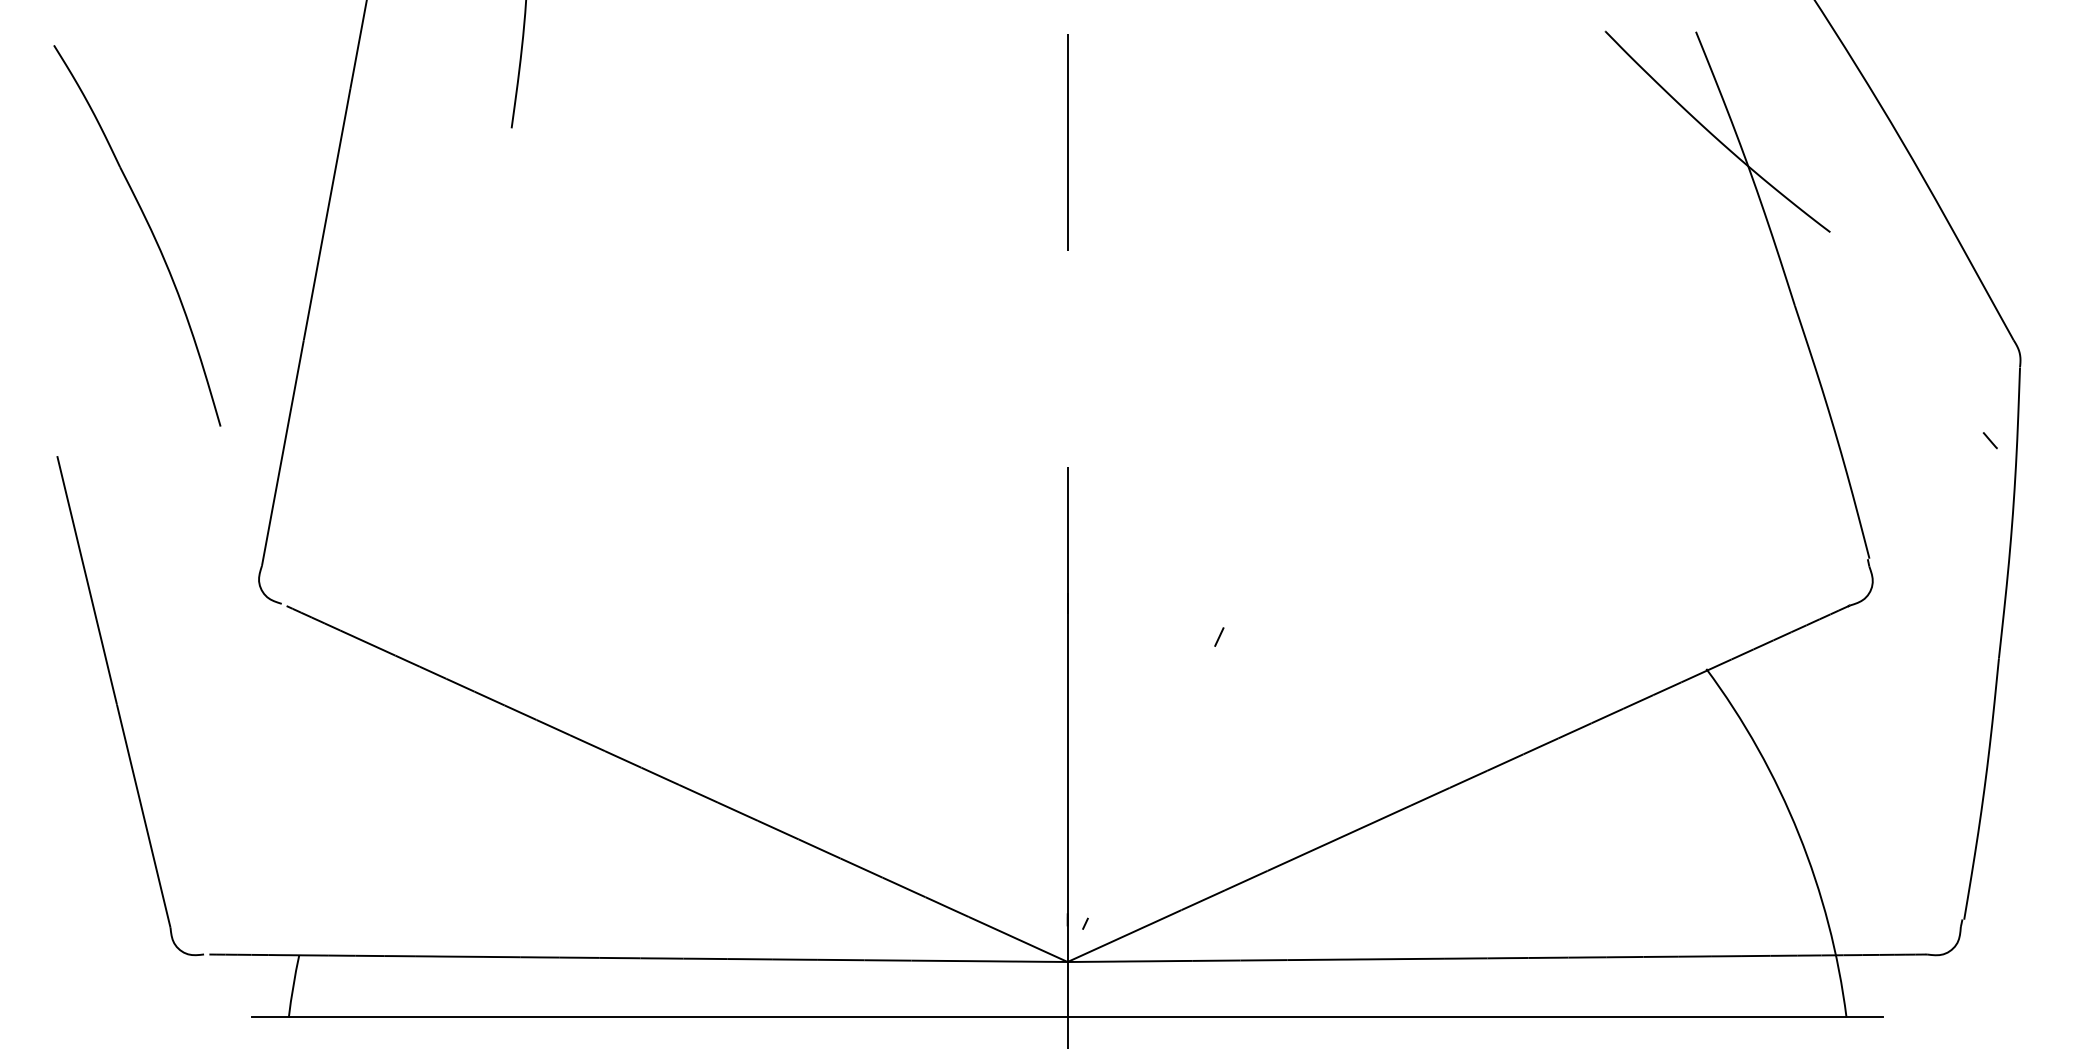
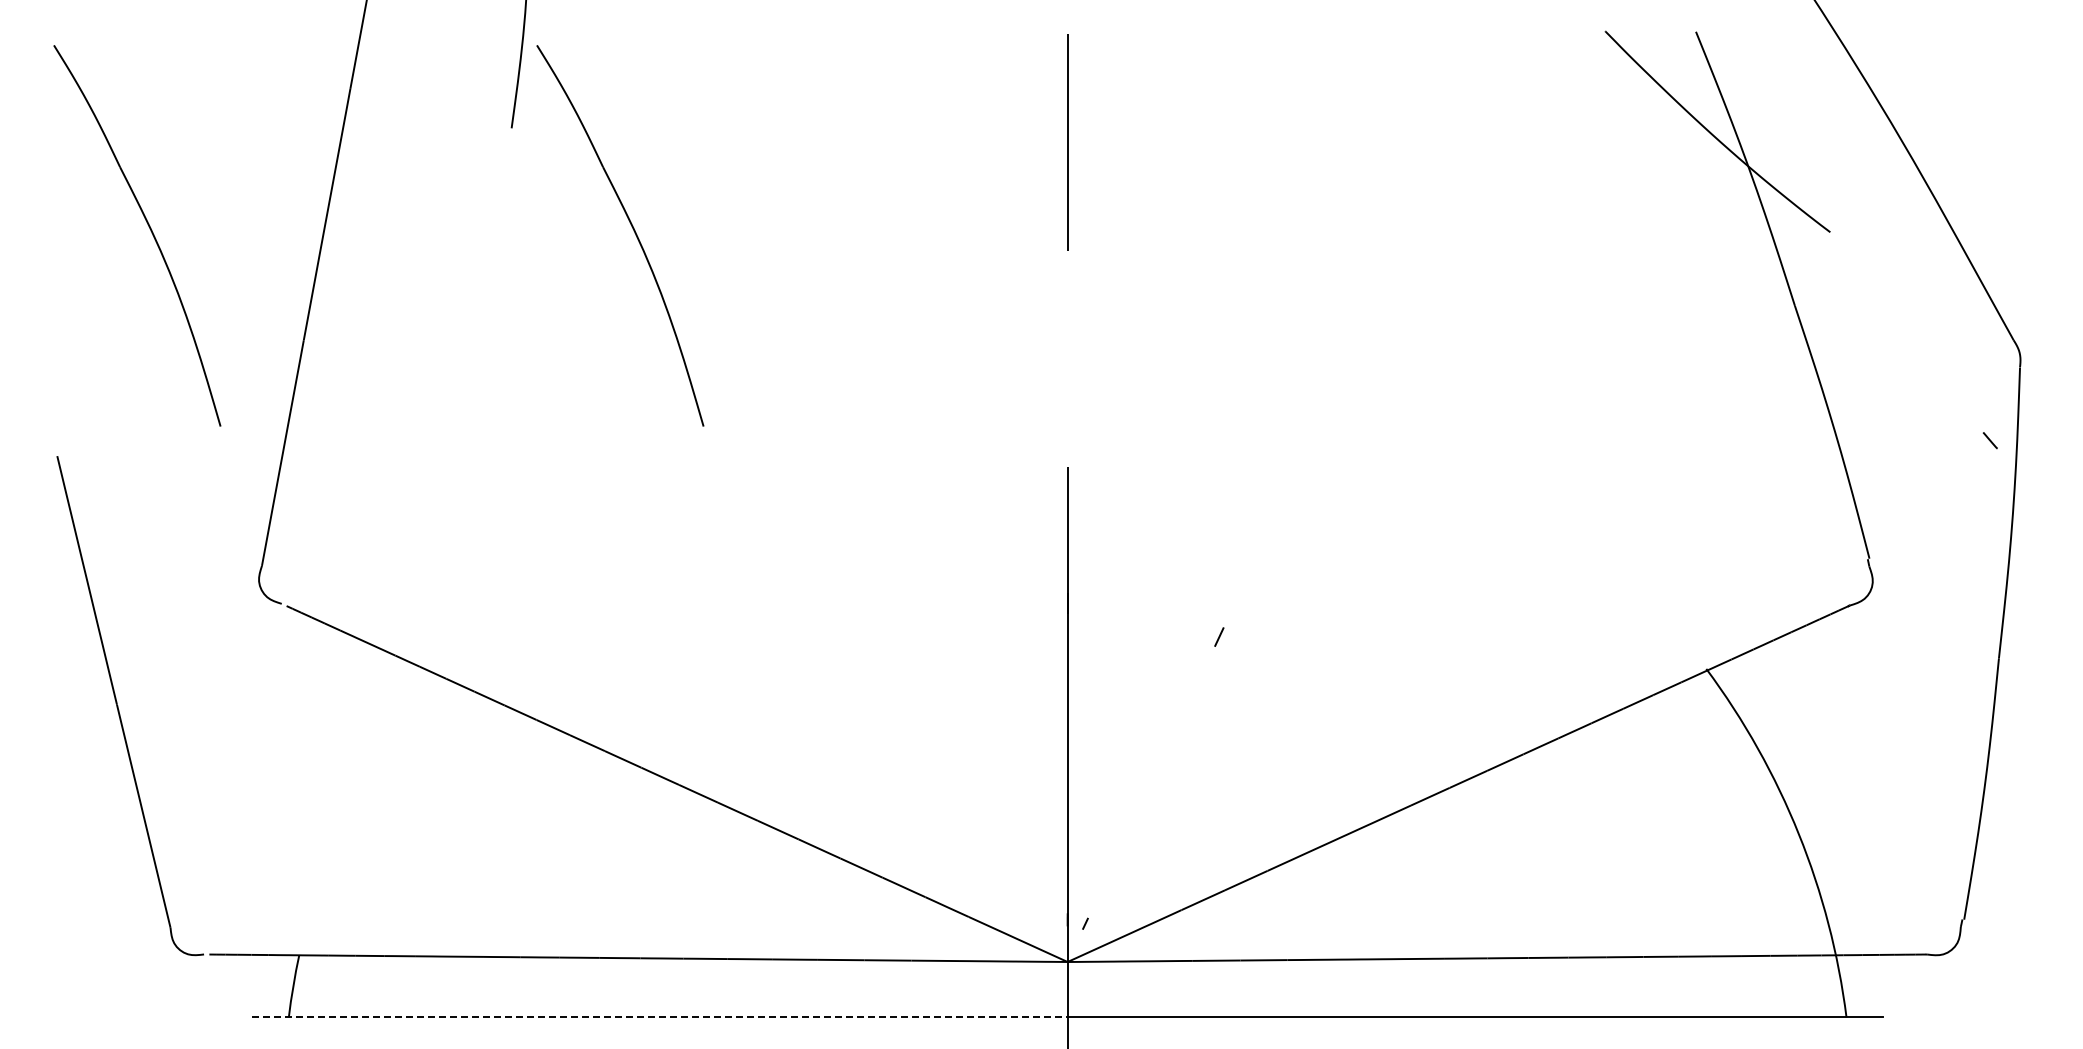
part at (632, 229): none -> present
line at (660, 1017): solid -> dashed
